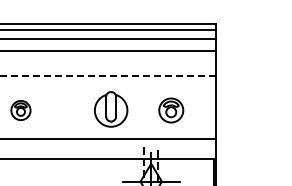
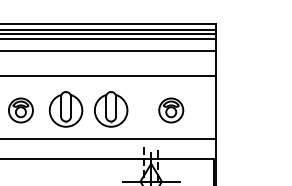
line at (109, 34): none -> present
line at (108, 75): dashed -> solid
part at (65, 109): none -> present
part at (20, 110) size: 22x21 px -> 26x27 px
